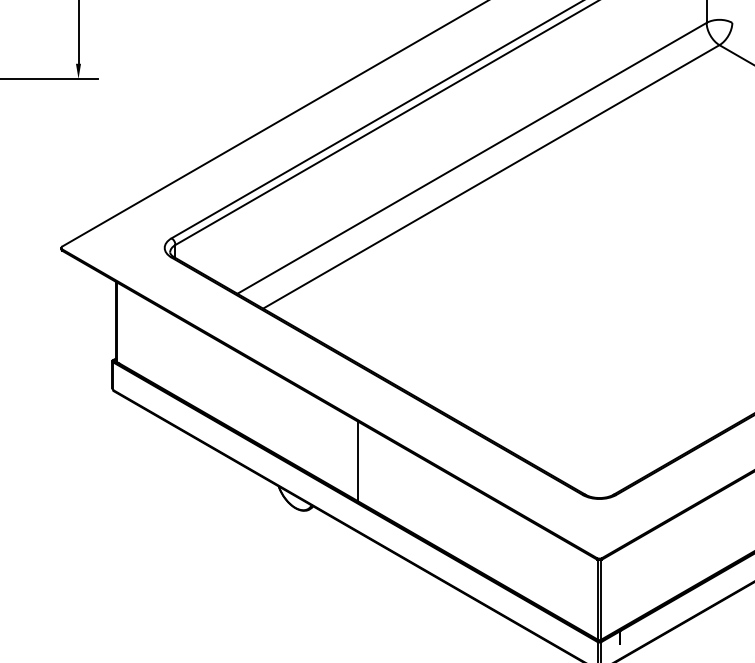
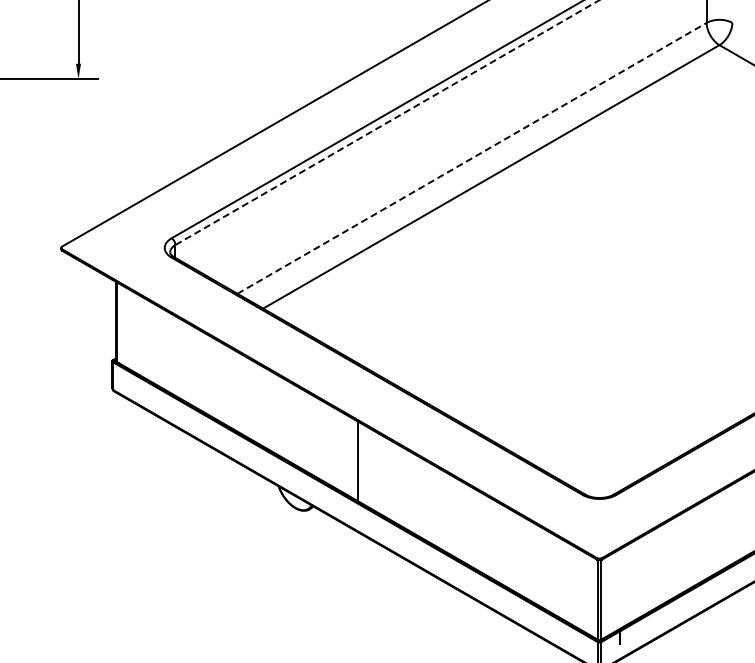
line at (387, 122): solid -> dashed
line at (472, 158): solid -> dashed
